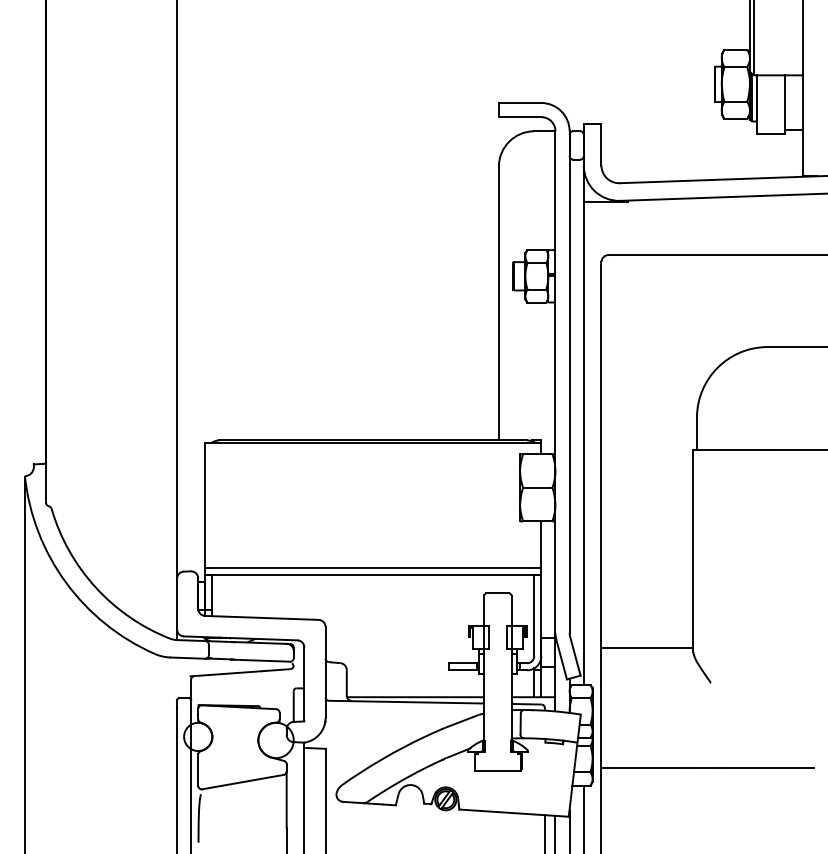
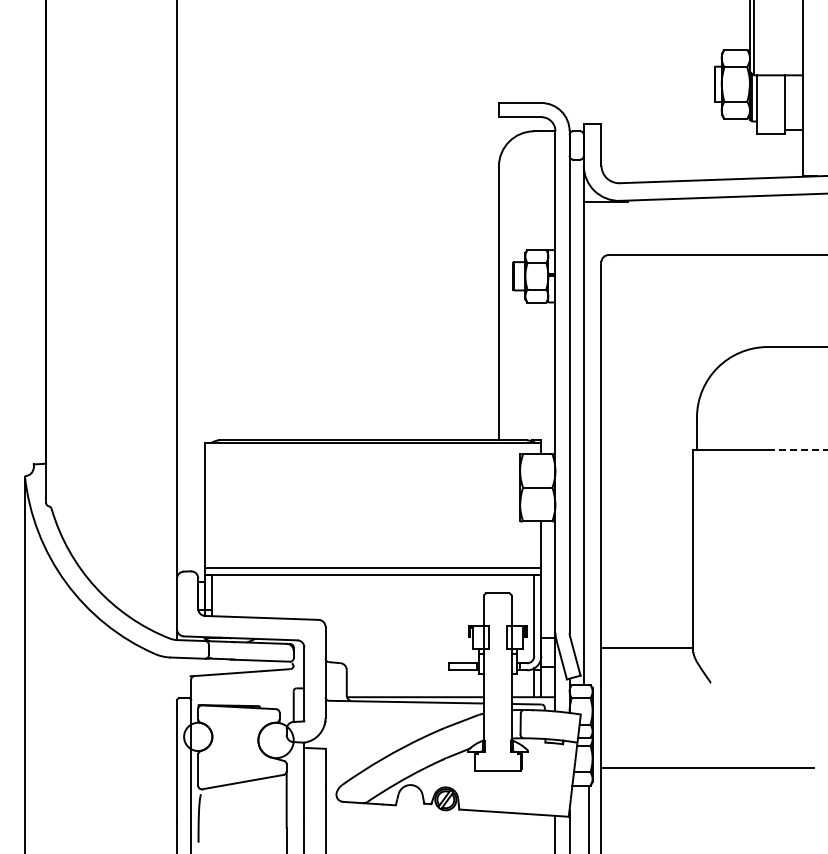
line at (797, 449): solid -> dashed
line at (583, 817) position: (583, 817) -> (588, 817)
line at (544, 832): present -> none
